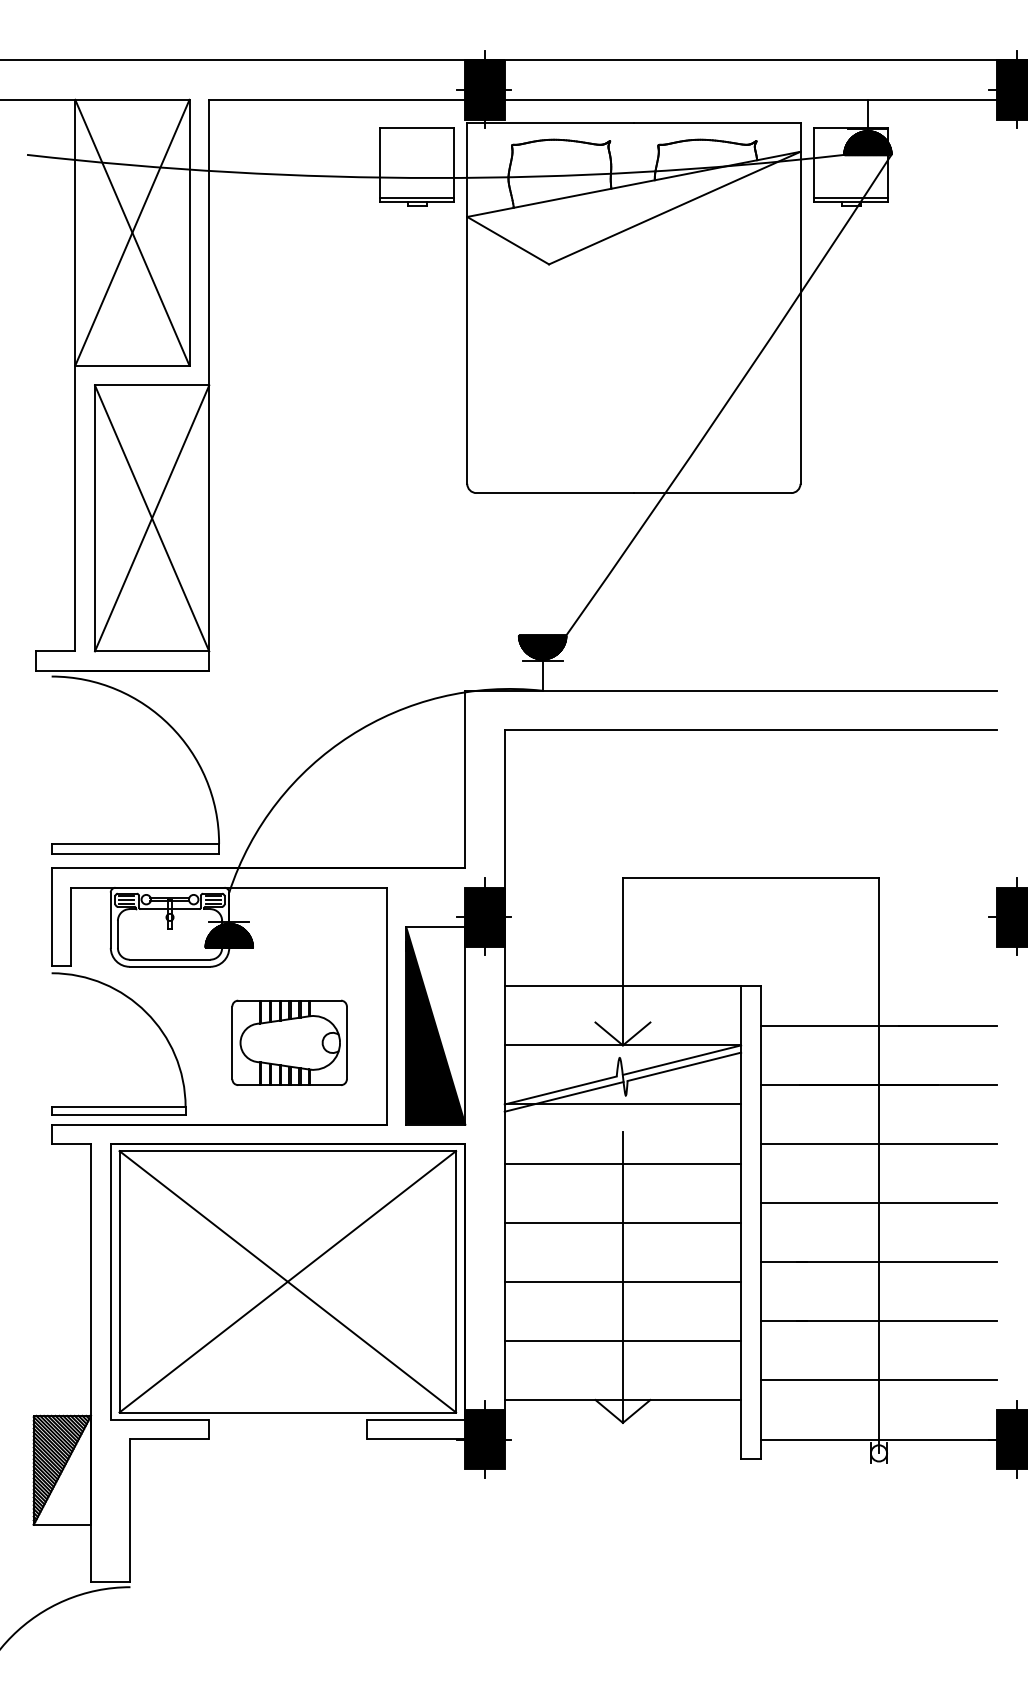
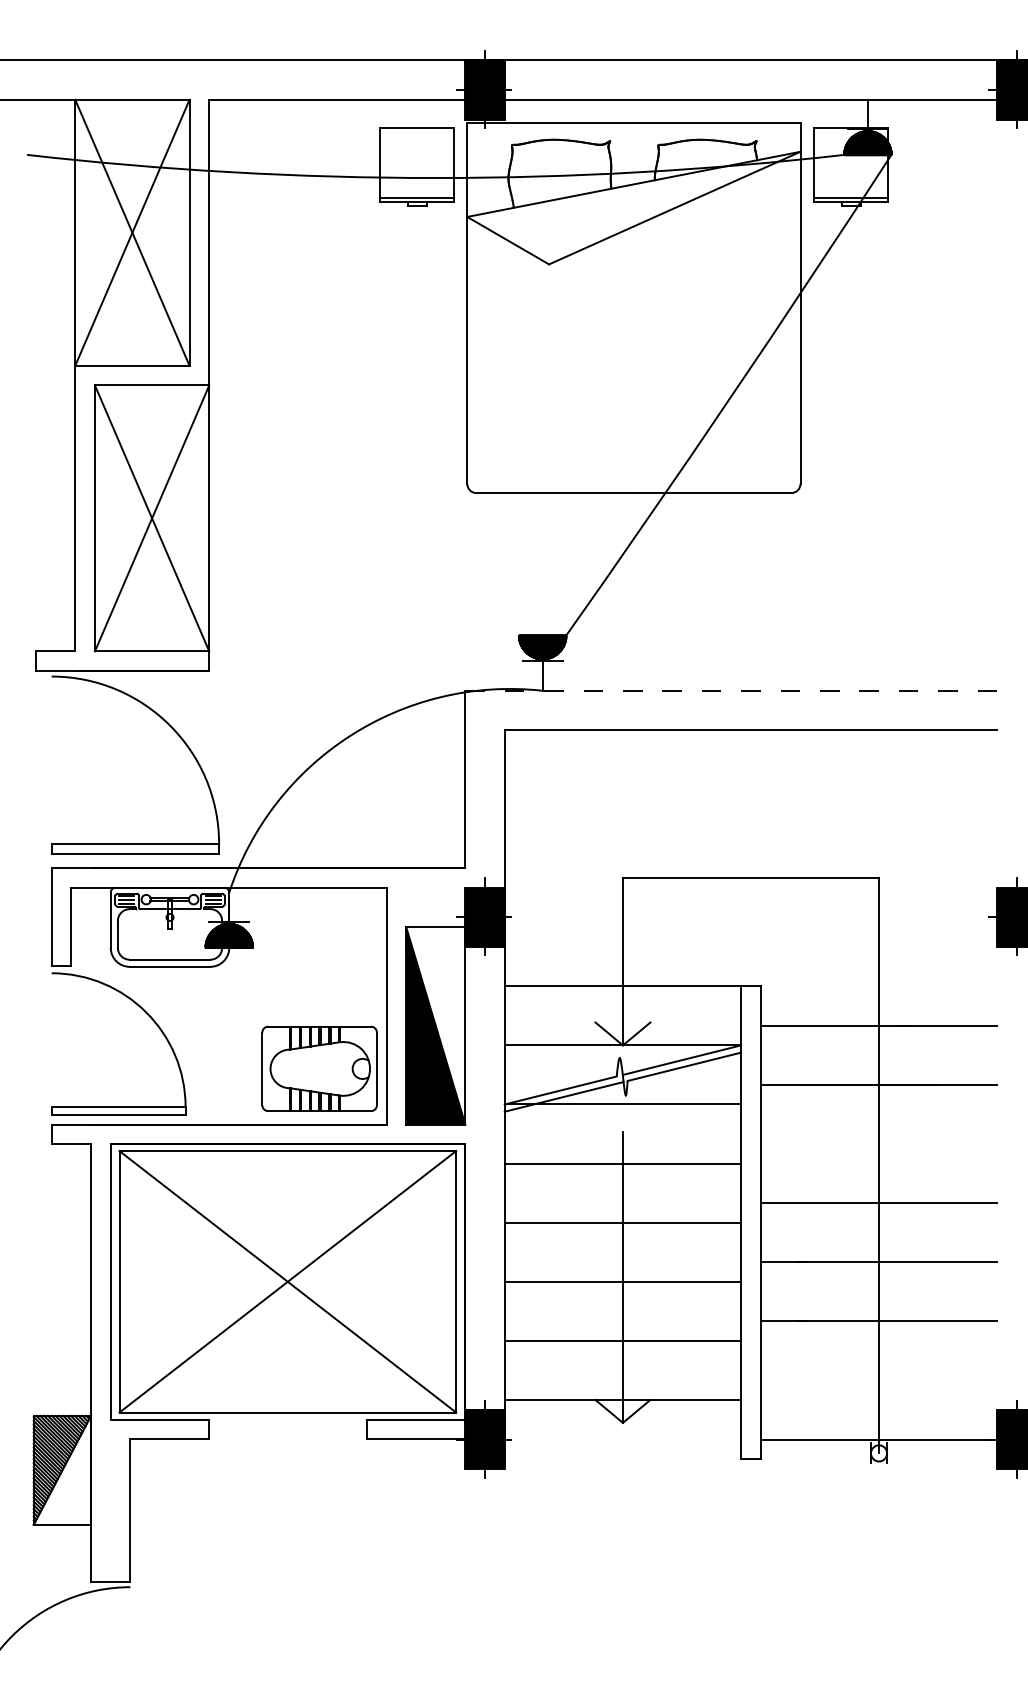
line at (731, 690): solid -> dashed
part at (289, 1042) position: (289, 1042) -> (319, 1068)
line at (878, 1143): present -> none
line at (878, 1380): present -> none
